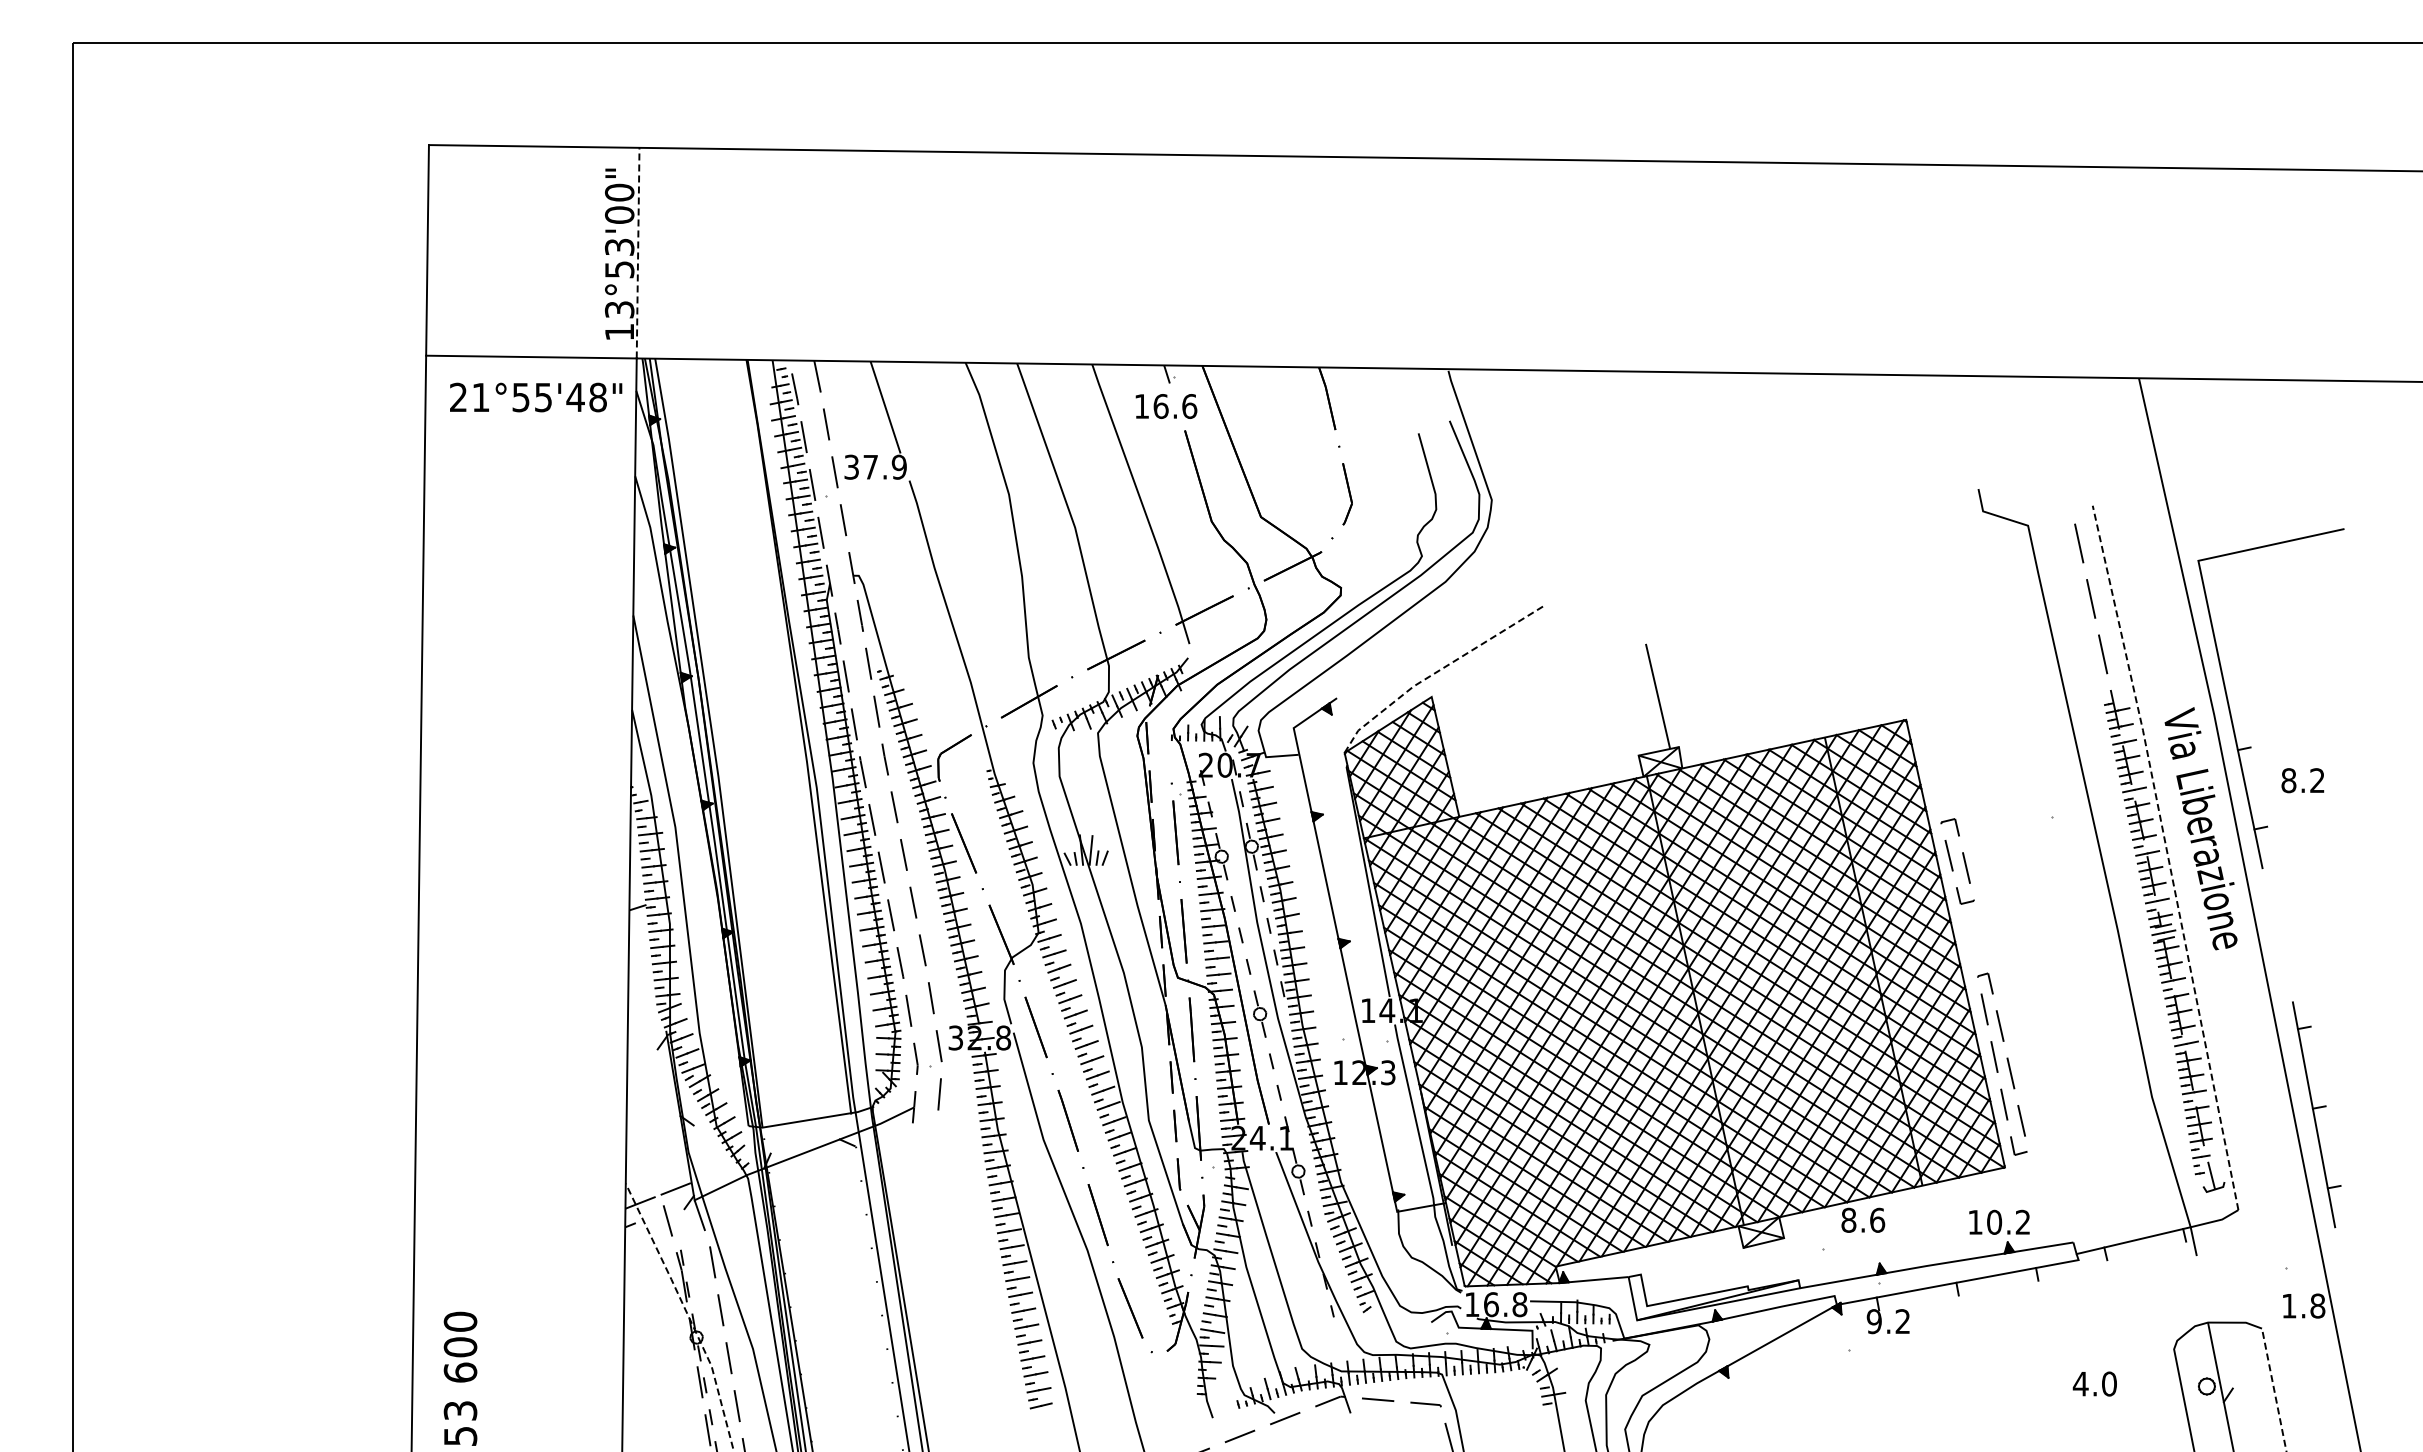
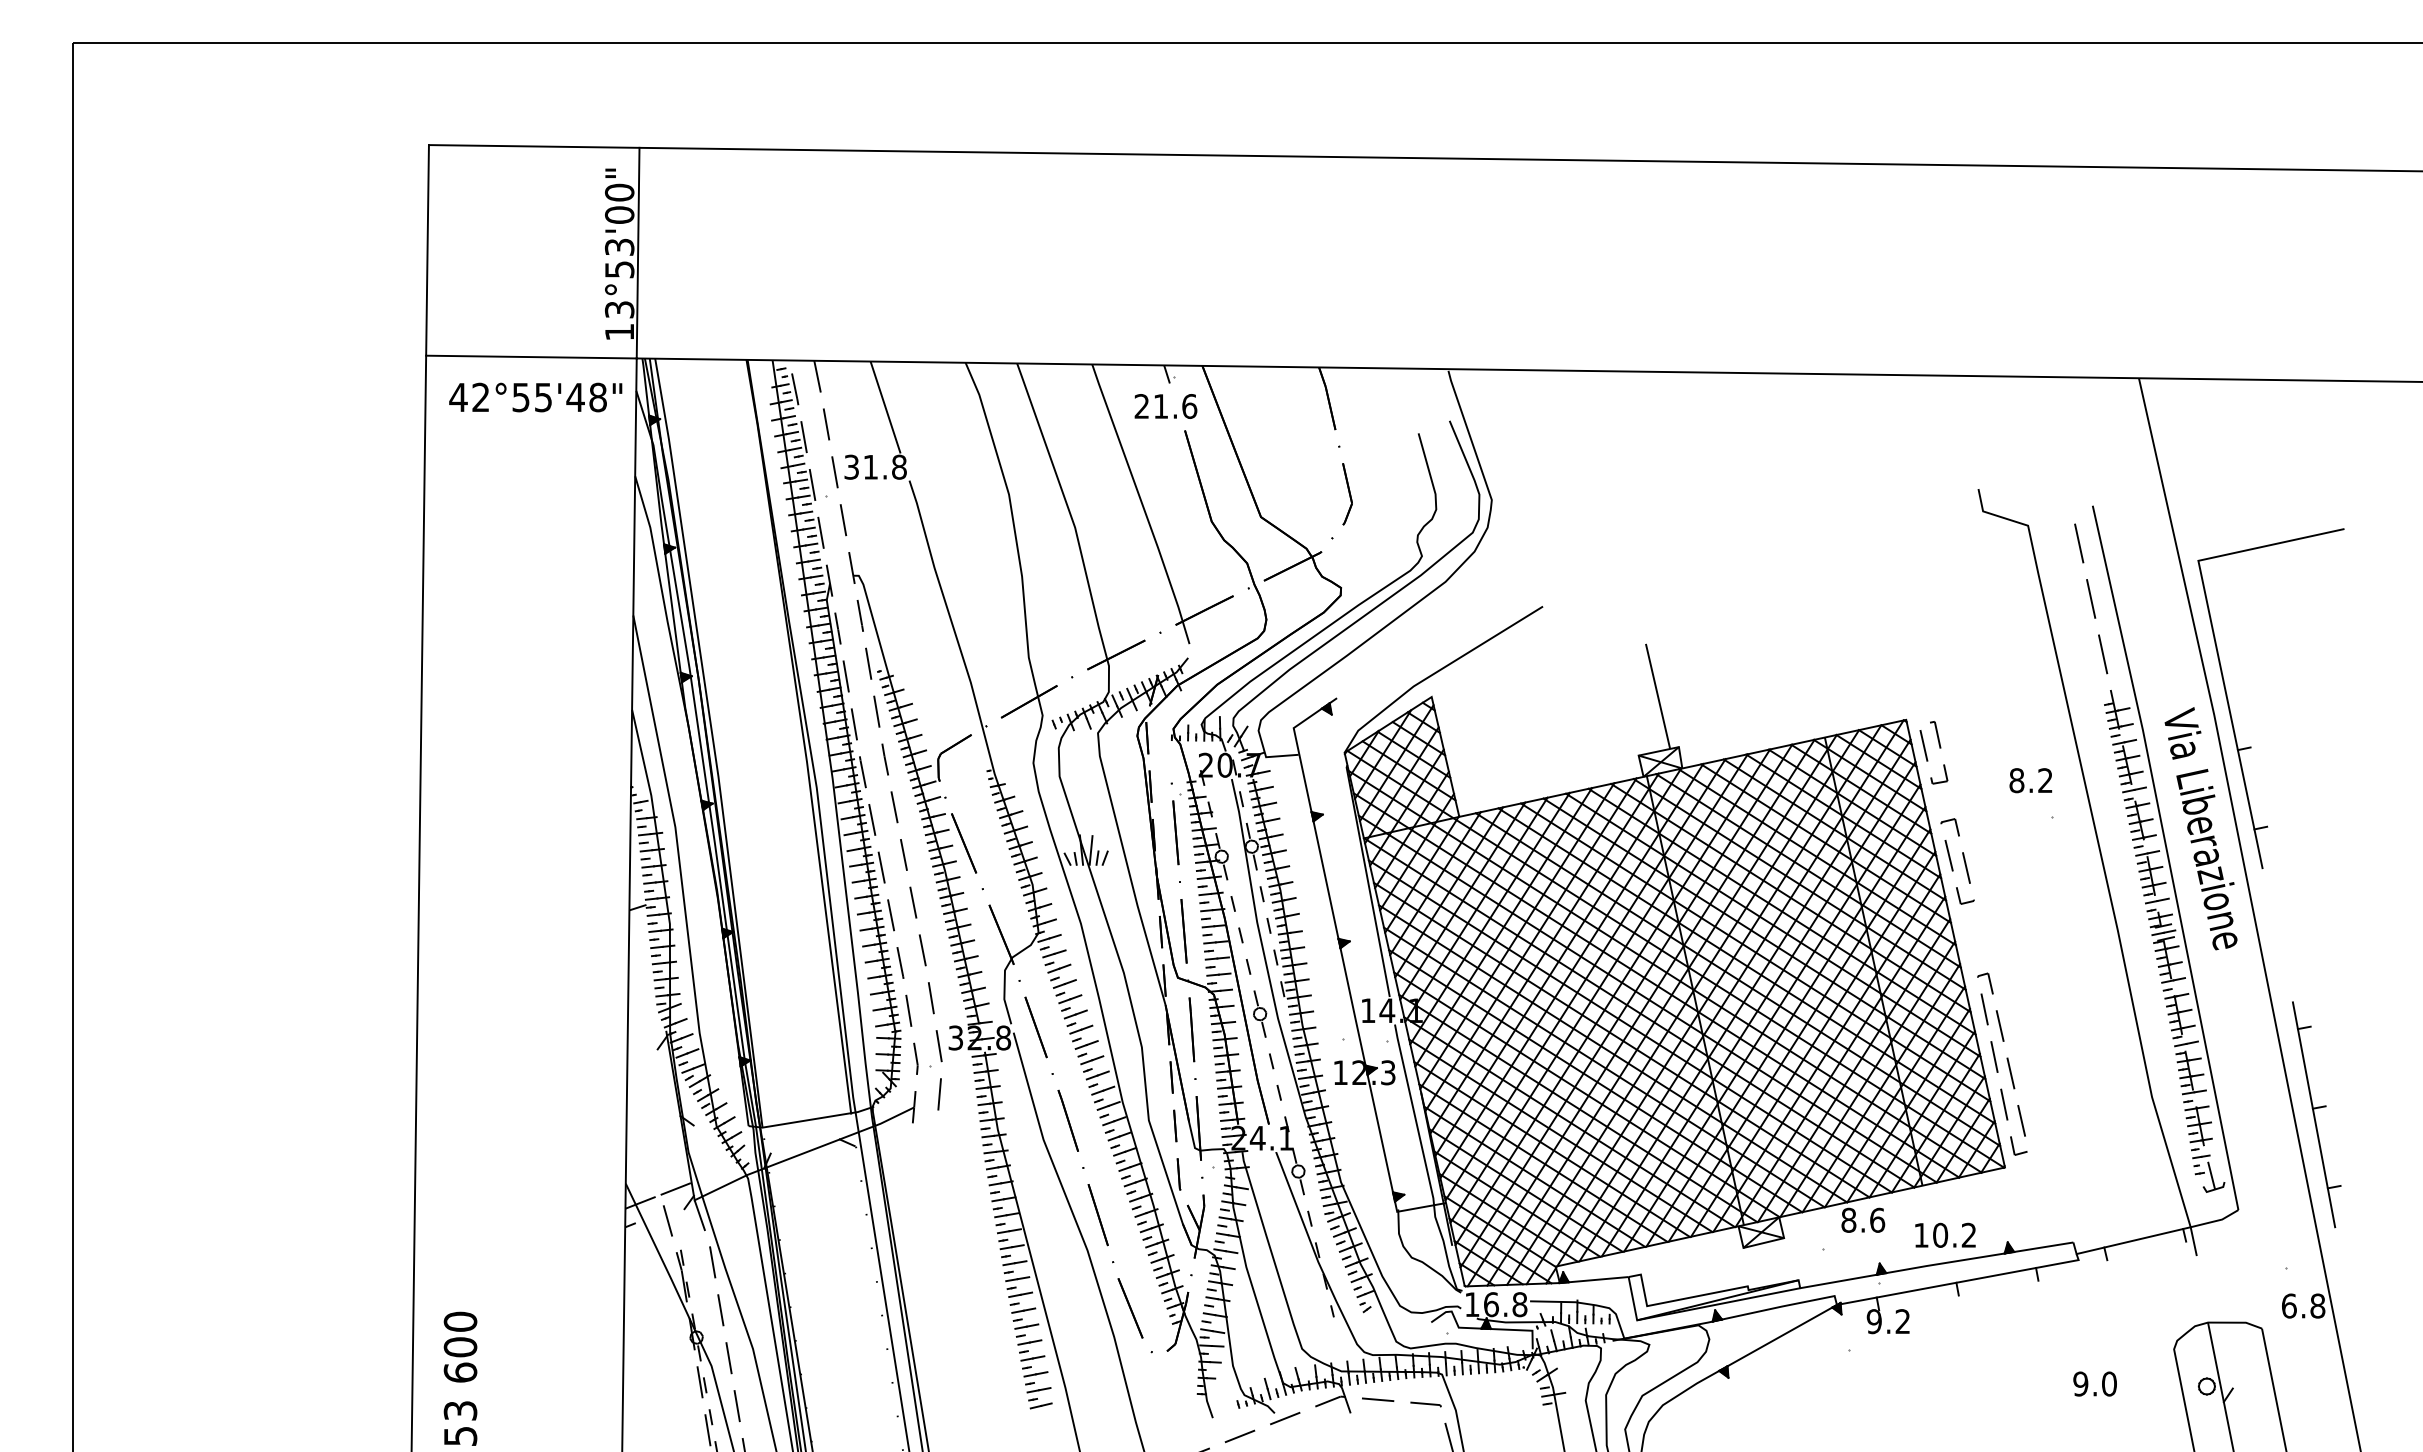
line at (638, 252): dashed -> solid
text at (468, 396): 21°55'48" -> 42°55'48"
text at (1151, 406): 16.6 -> 21.6
text at (884, 467): 37.9 -> 31.8
line at (1435, 672): dashed -> solid
part at (1927, 755): none -> present
text at (2302, 780) position: (2302, 780) -> (2030, 780)
line at (2168, 856): dashed -> solid
text at (1999, 1221) position: (1999, 1221) -> (1945, 1234)
text at (2289, 1305): 1.8 -> 6.8
line at (687, 1314): dashed -> solid
text at (2080, 1383): 4.0 -> 9.0
line at (2274, 1390): dashed -> solid
